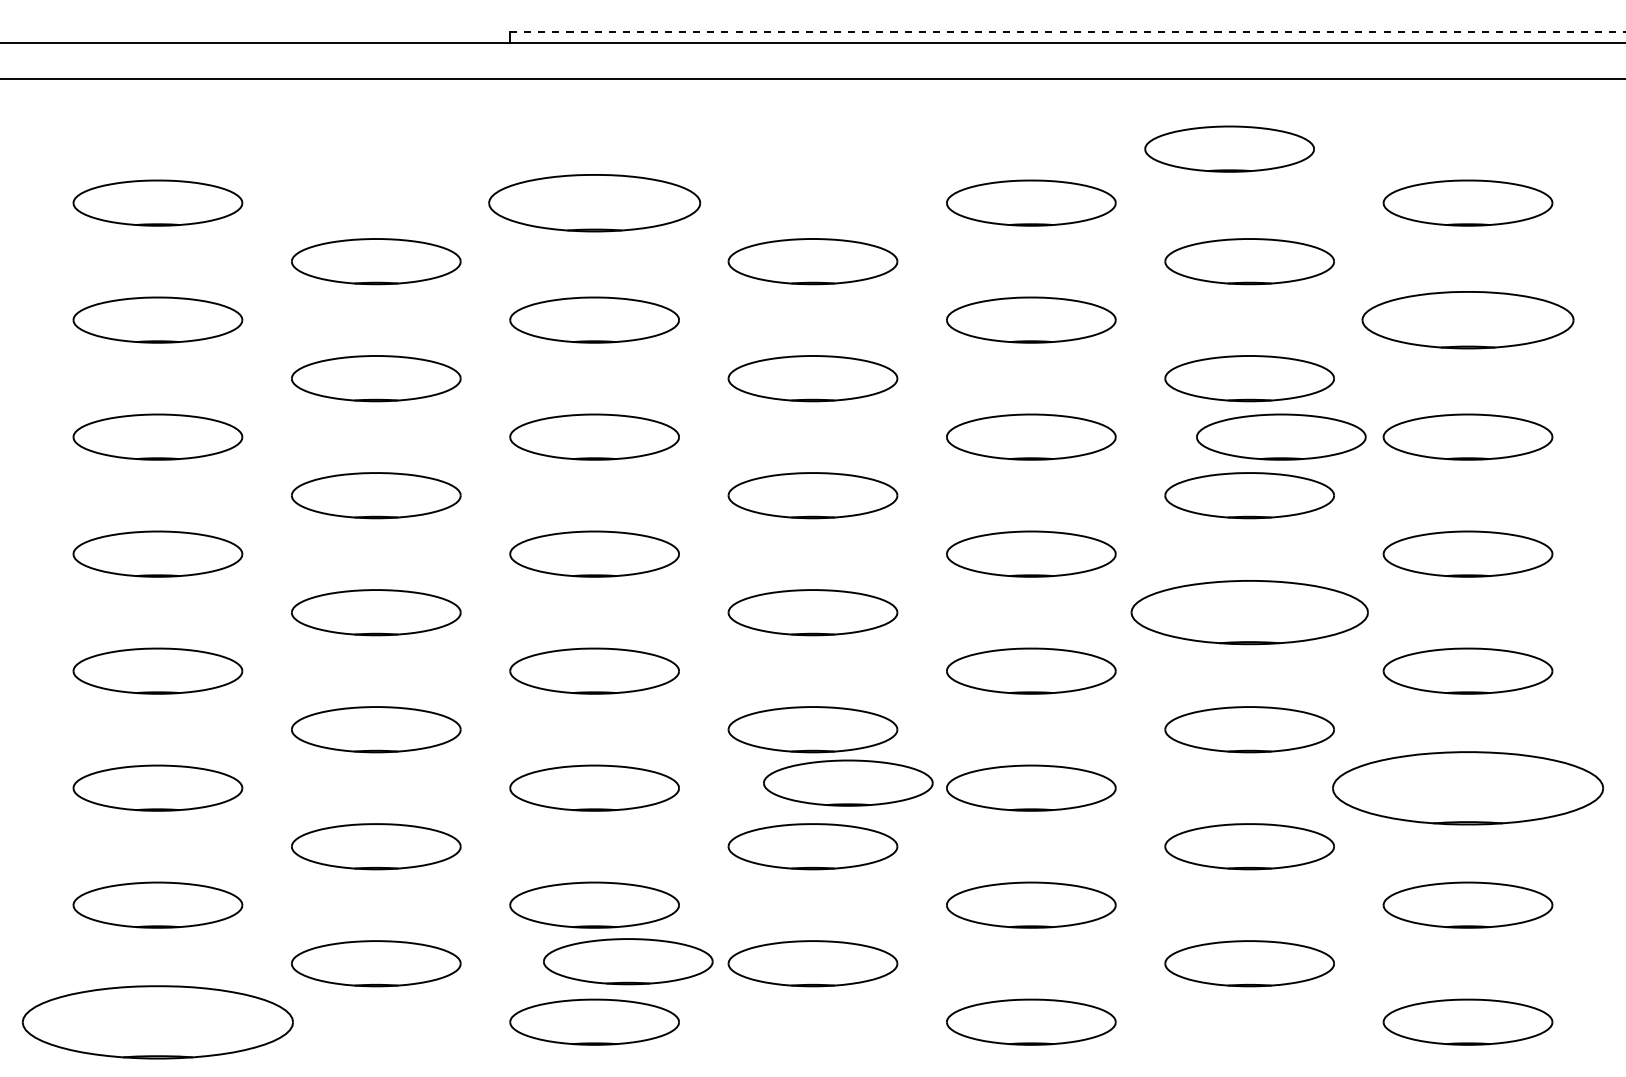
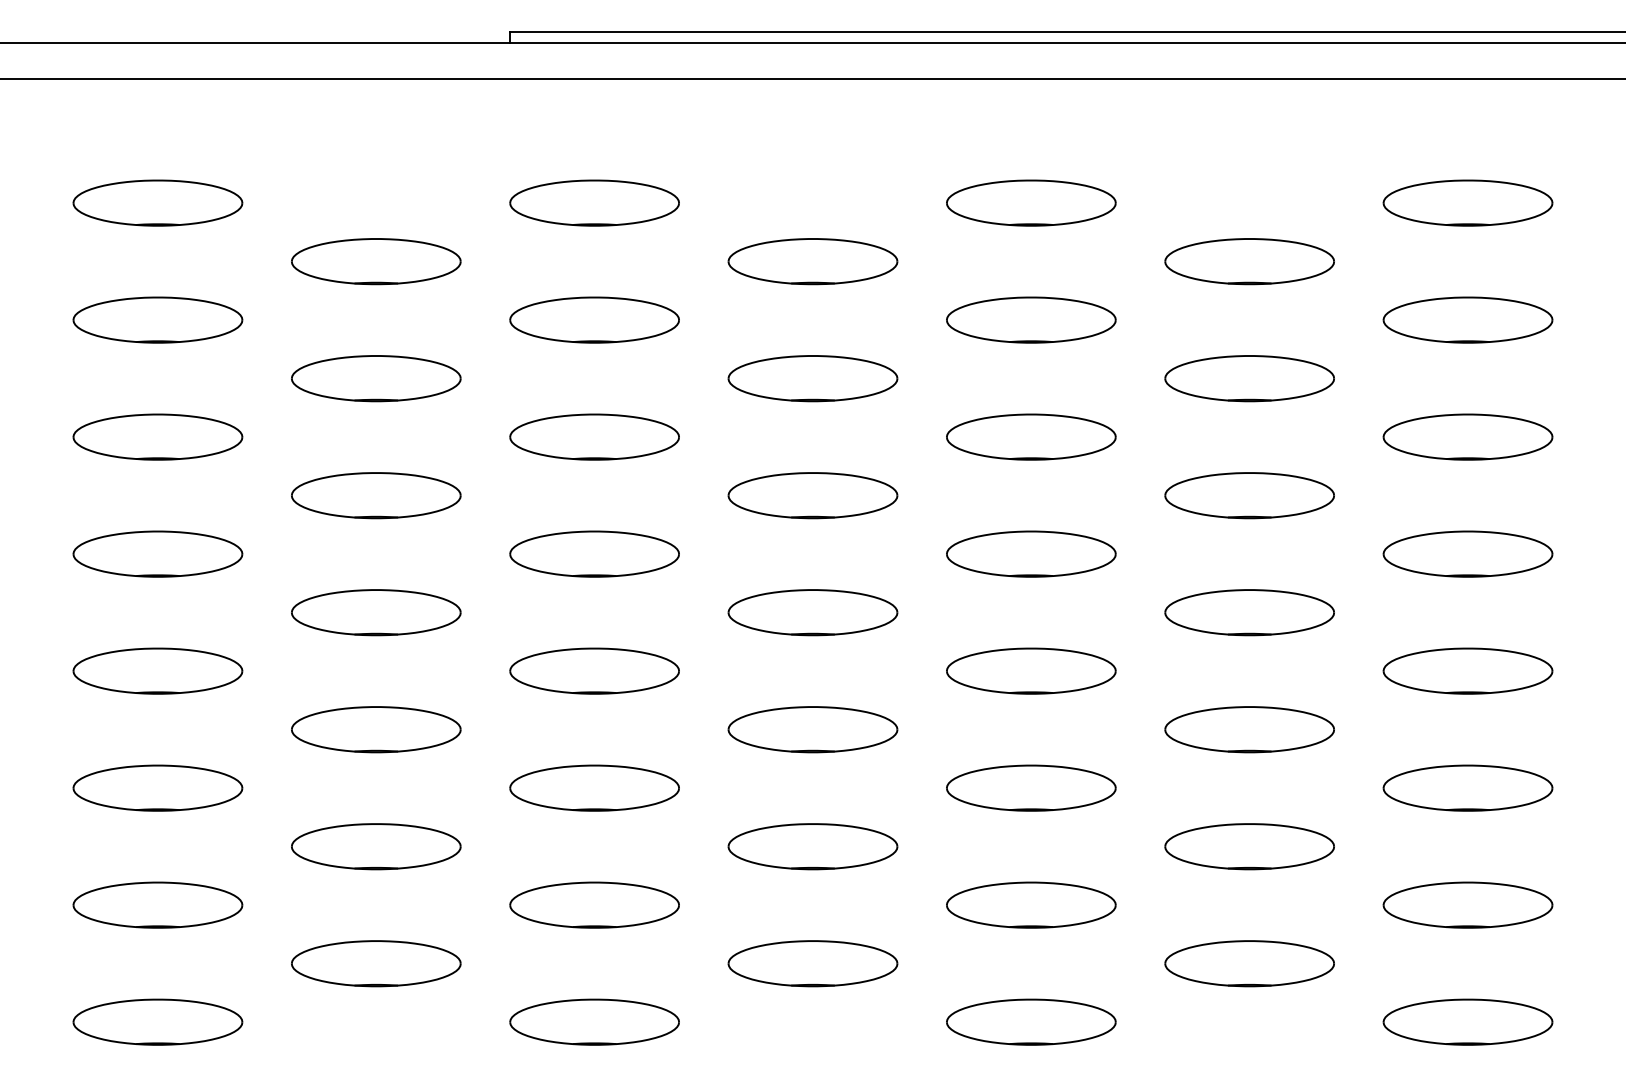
line at (1068, 32): dashed -> solid
part at (1229, 148): present -> none
part at (594, 203) size: 214x59 px -> 171x48 px
part at (1467, 320) size: 214x59 px -> 172x48 px
part at (1281, 436): present -> none
part at (1249, 612) size: 239x66 px -> 171x48 px
part at (848, 782): present -> none
part at (1468, 788) size: 273x75 px -> 172x48 px
part at (628, 961): present -> none
part at (157, 1022) size: 273x75 px -> 172x48 px
